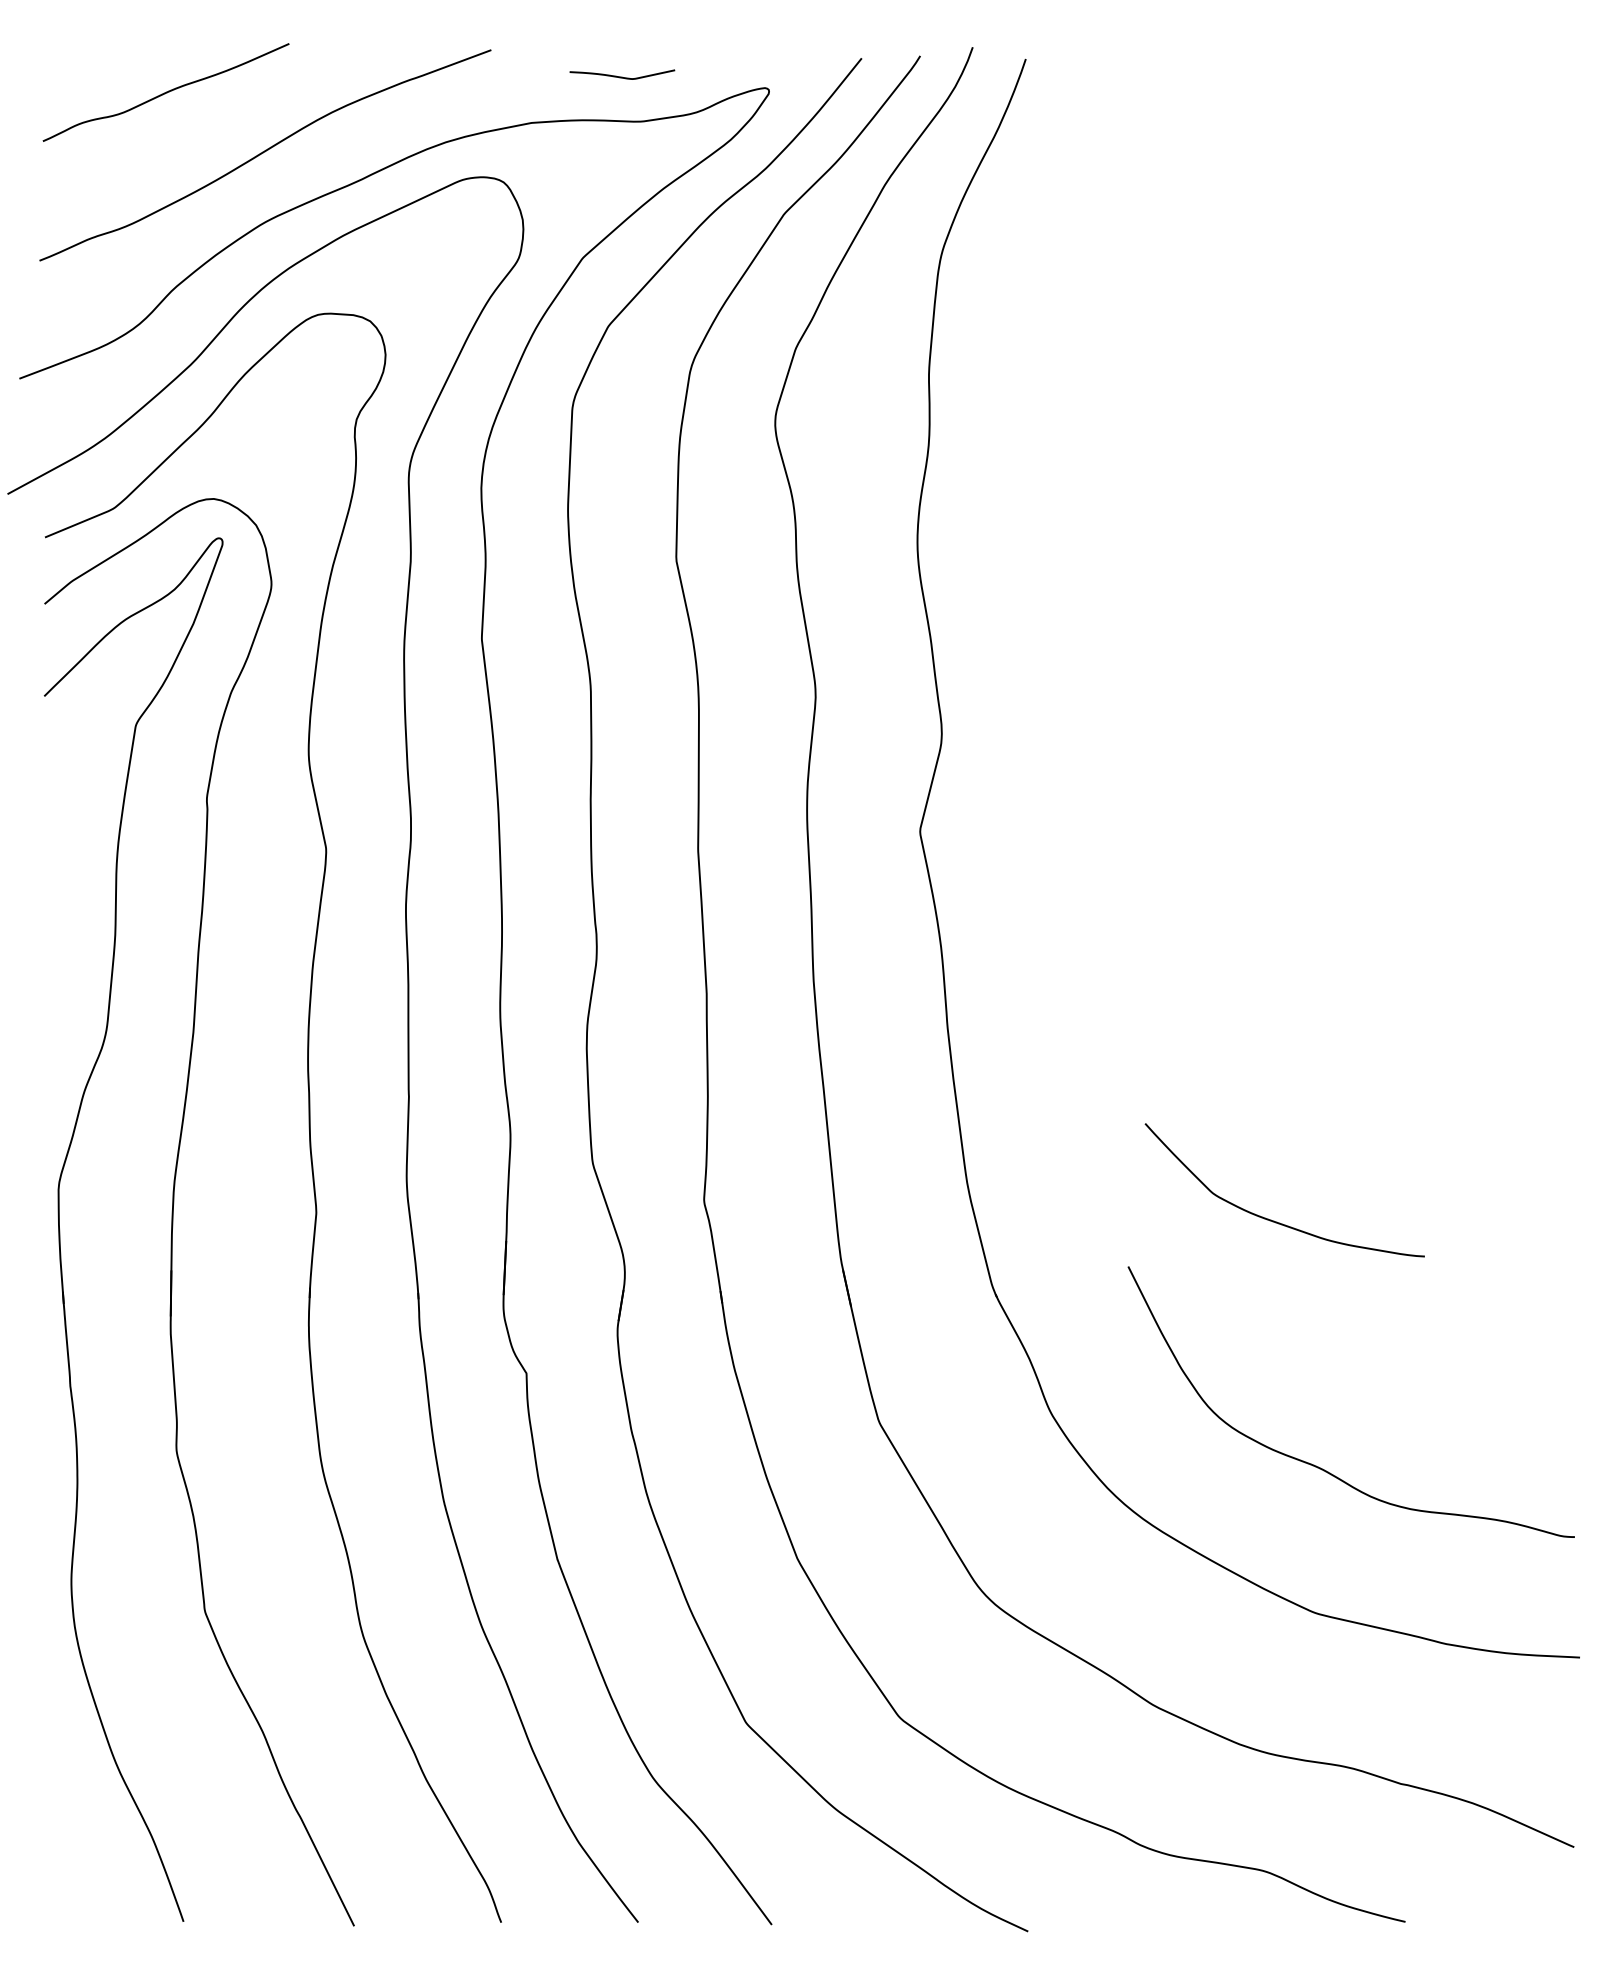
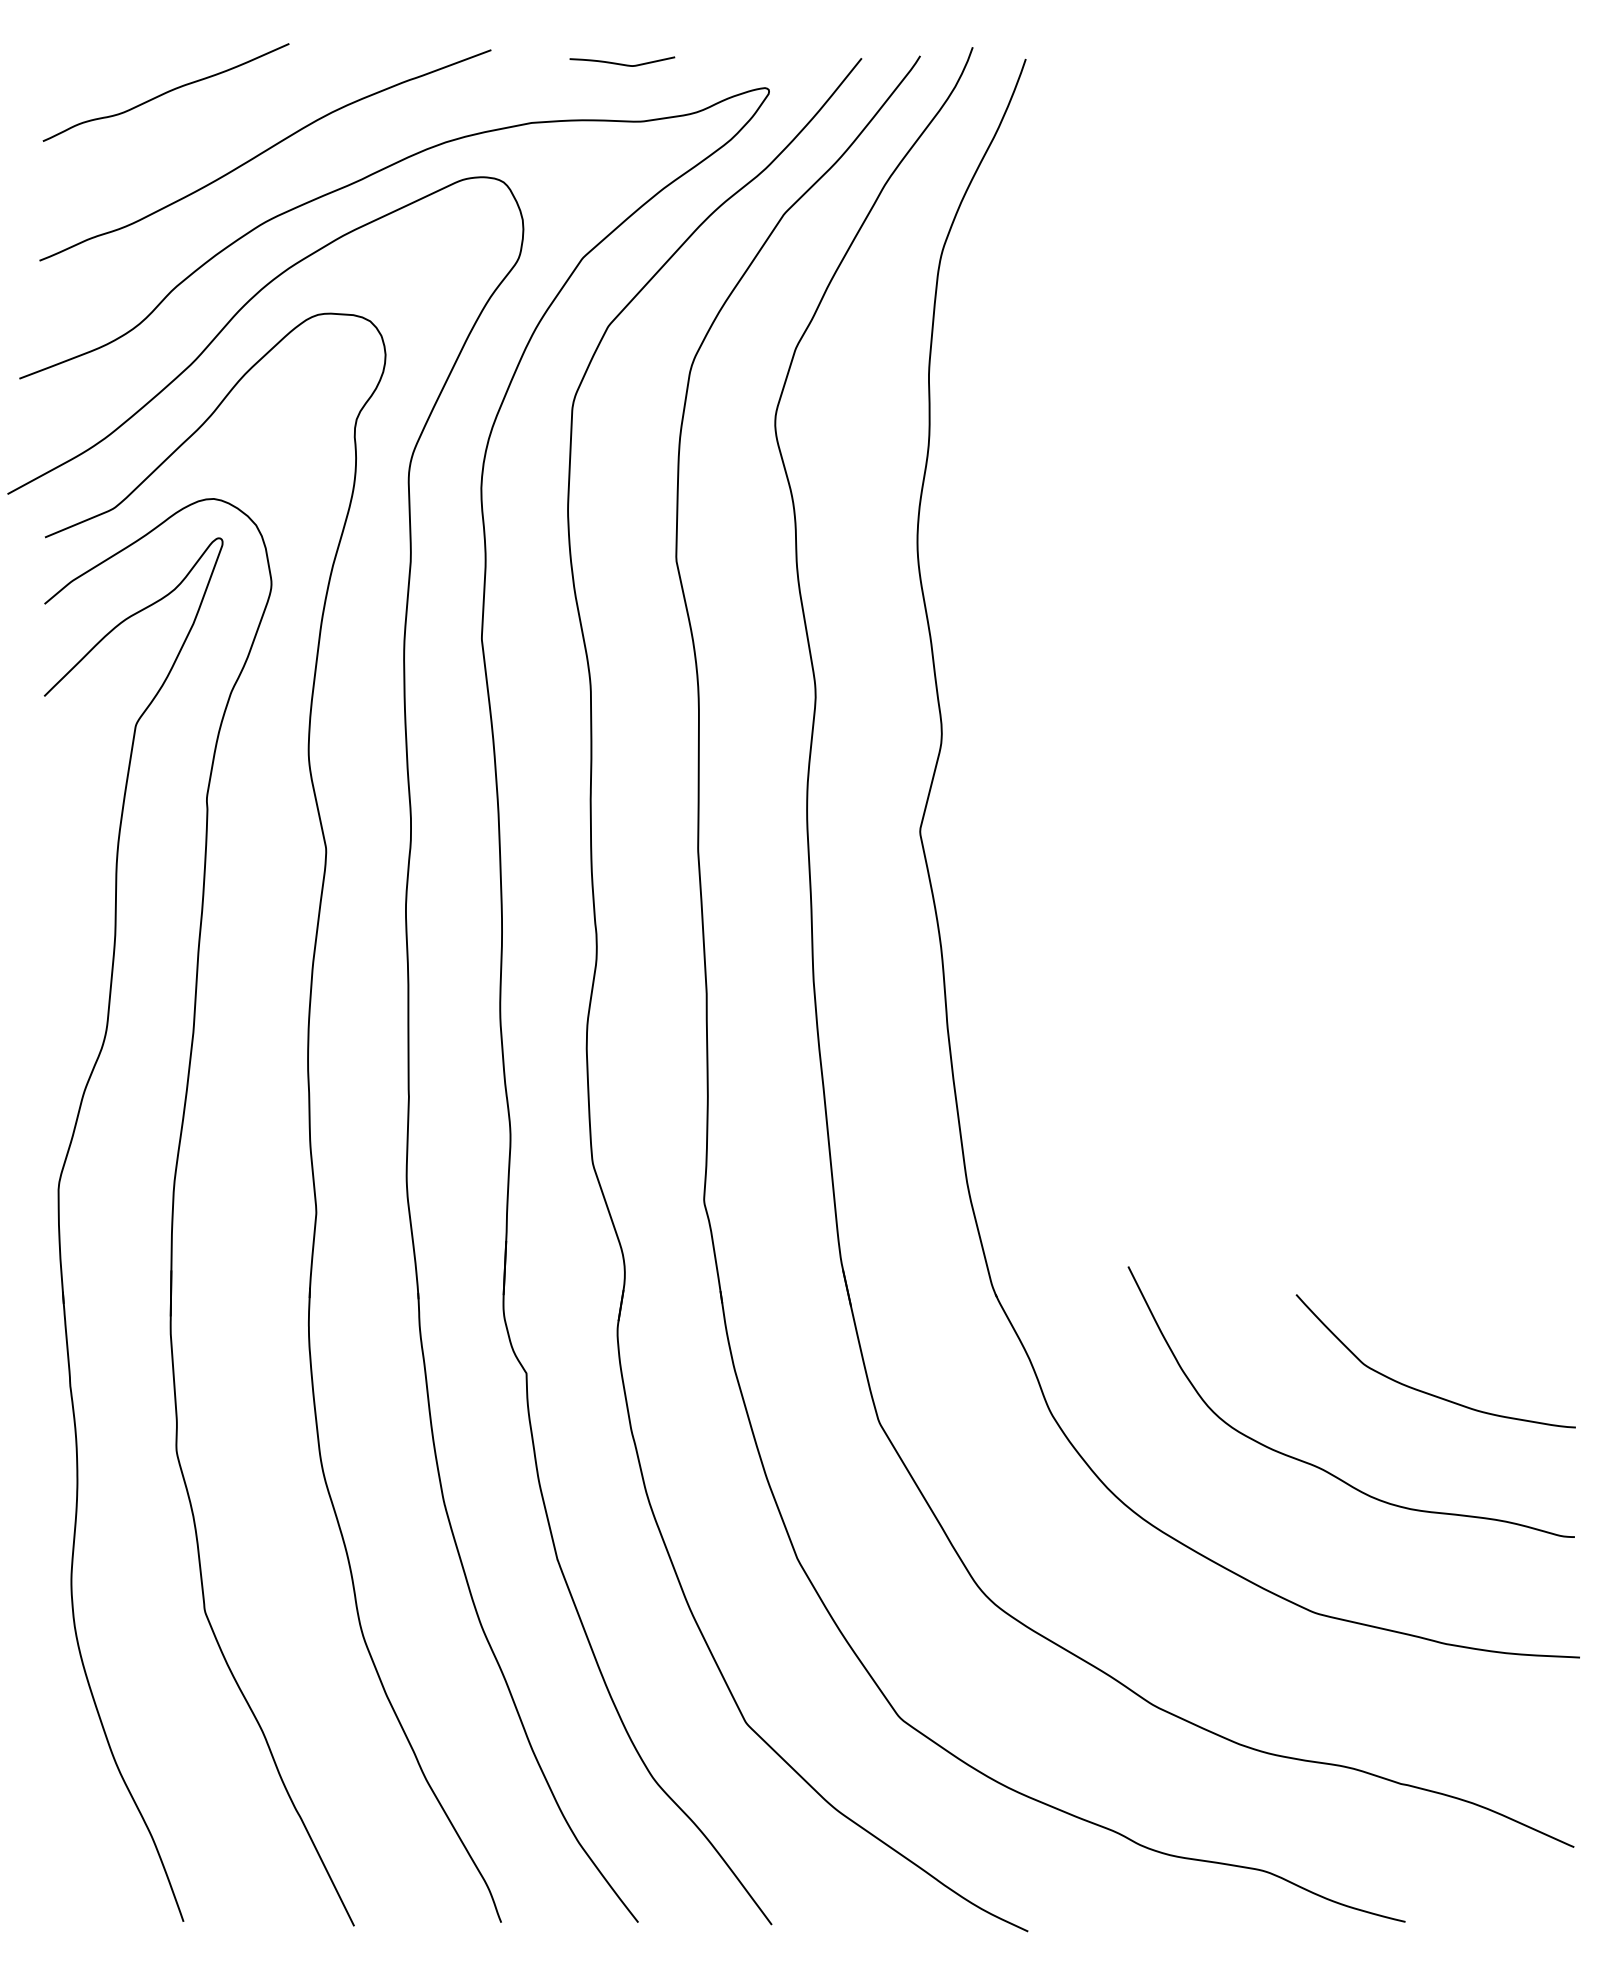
curve at (622, 76) position: (622, 76) -> (622, 63)
curve at (1274, 1220) position: (1274, 1220) -> (1425, 1391)
